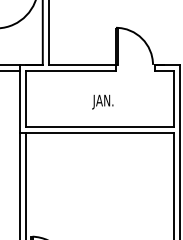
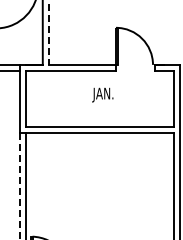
line at (48, 33): solid -> dashed
text at (102, 101) position: (102, 101) -> (102, 94)
line at (20, 186): solid -> dashed
